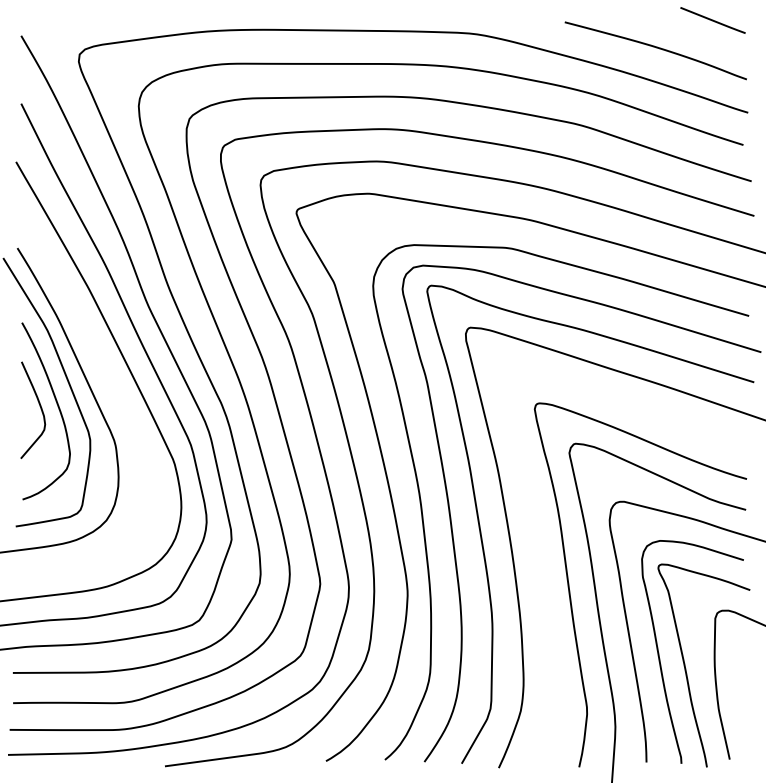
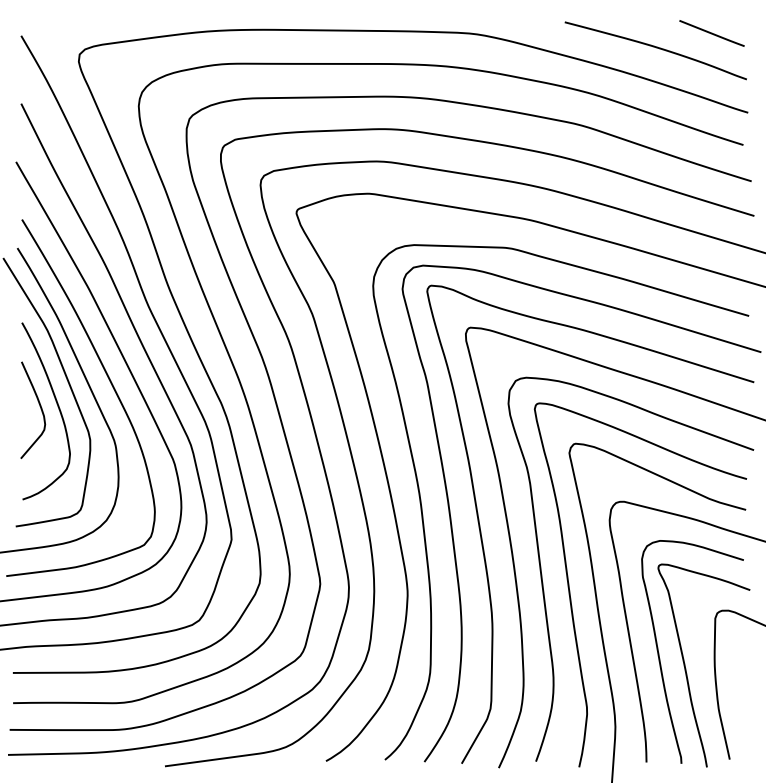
line at (712, 20) position: (712, 20) -> (711, 33)
curve at (110, 383): none -> present
curve at (543, 582): none -> present
